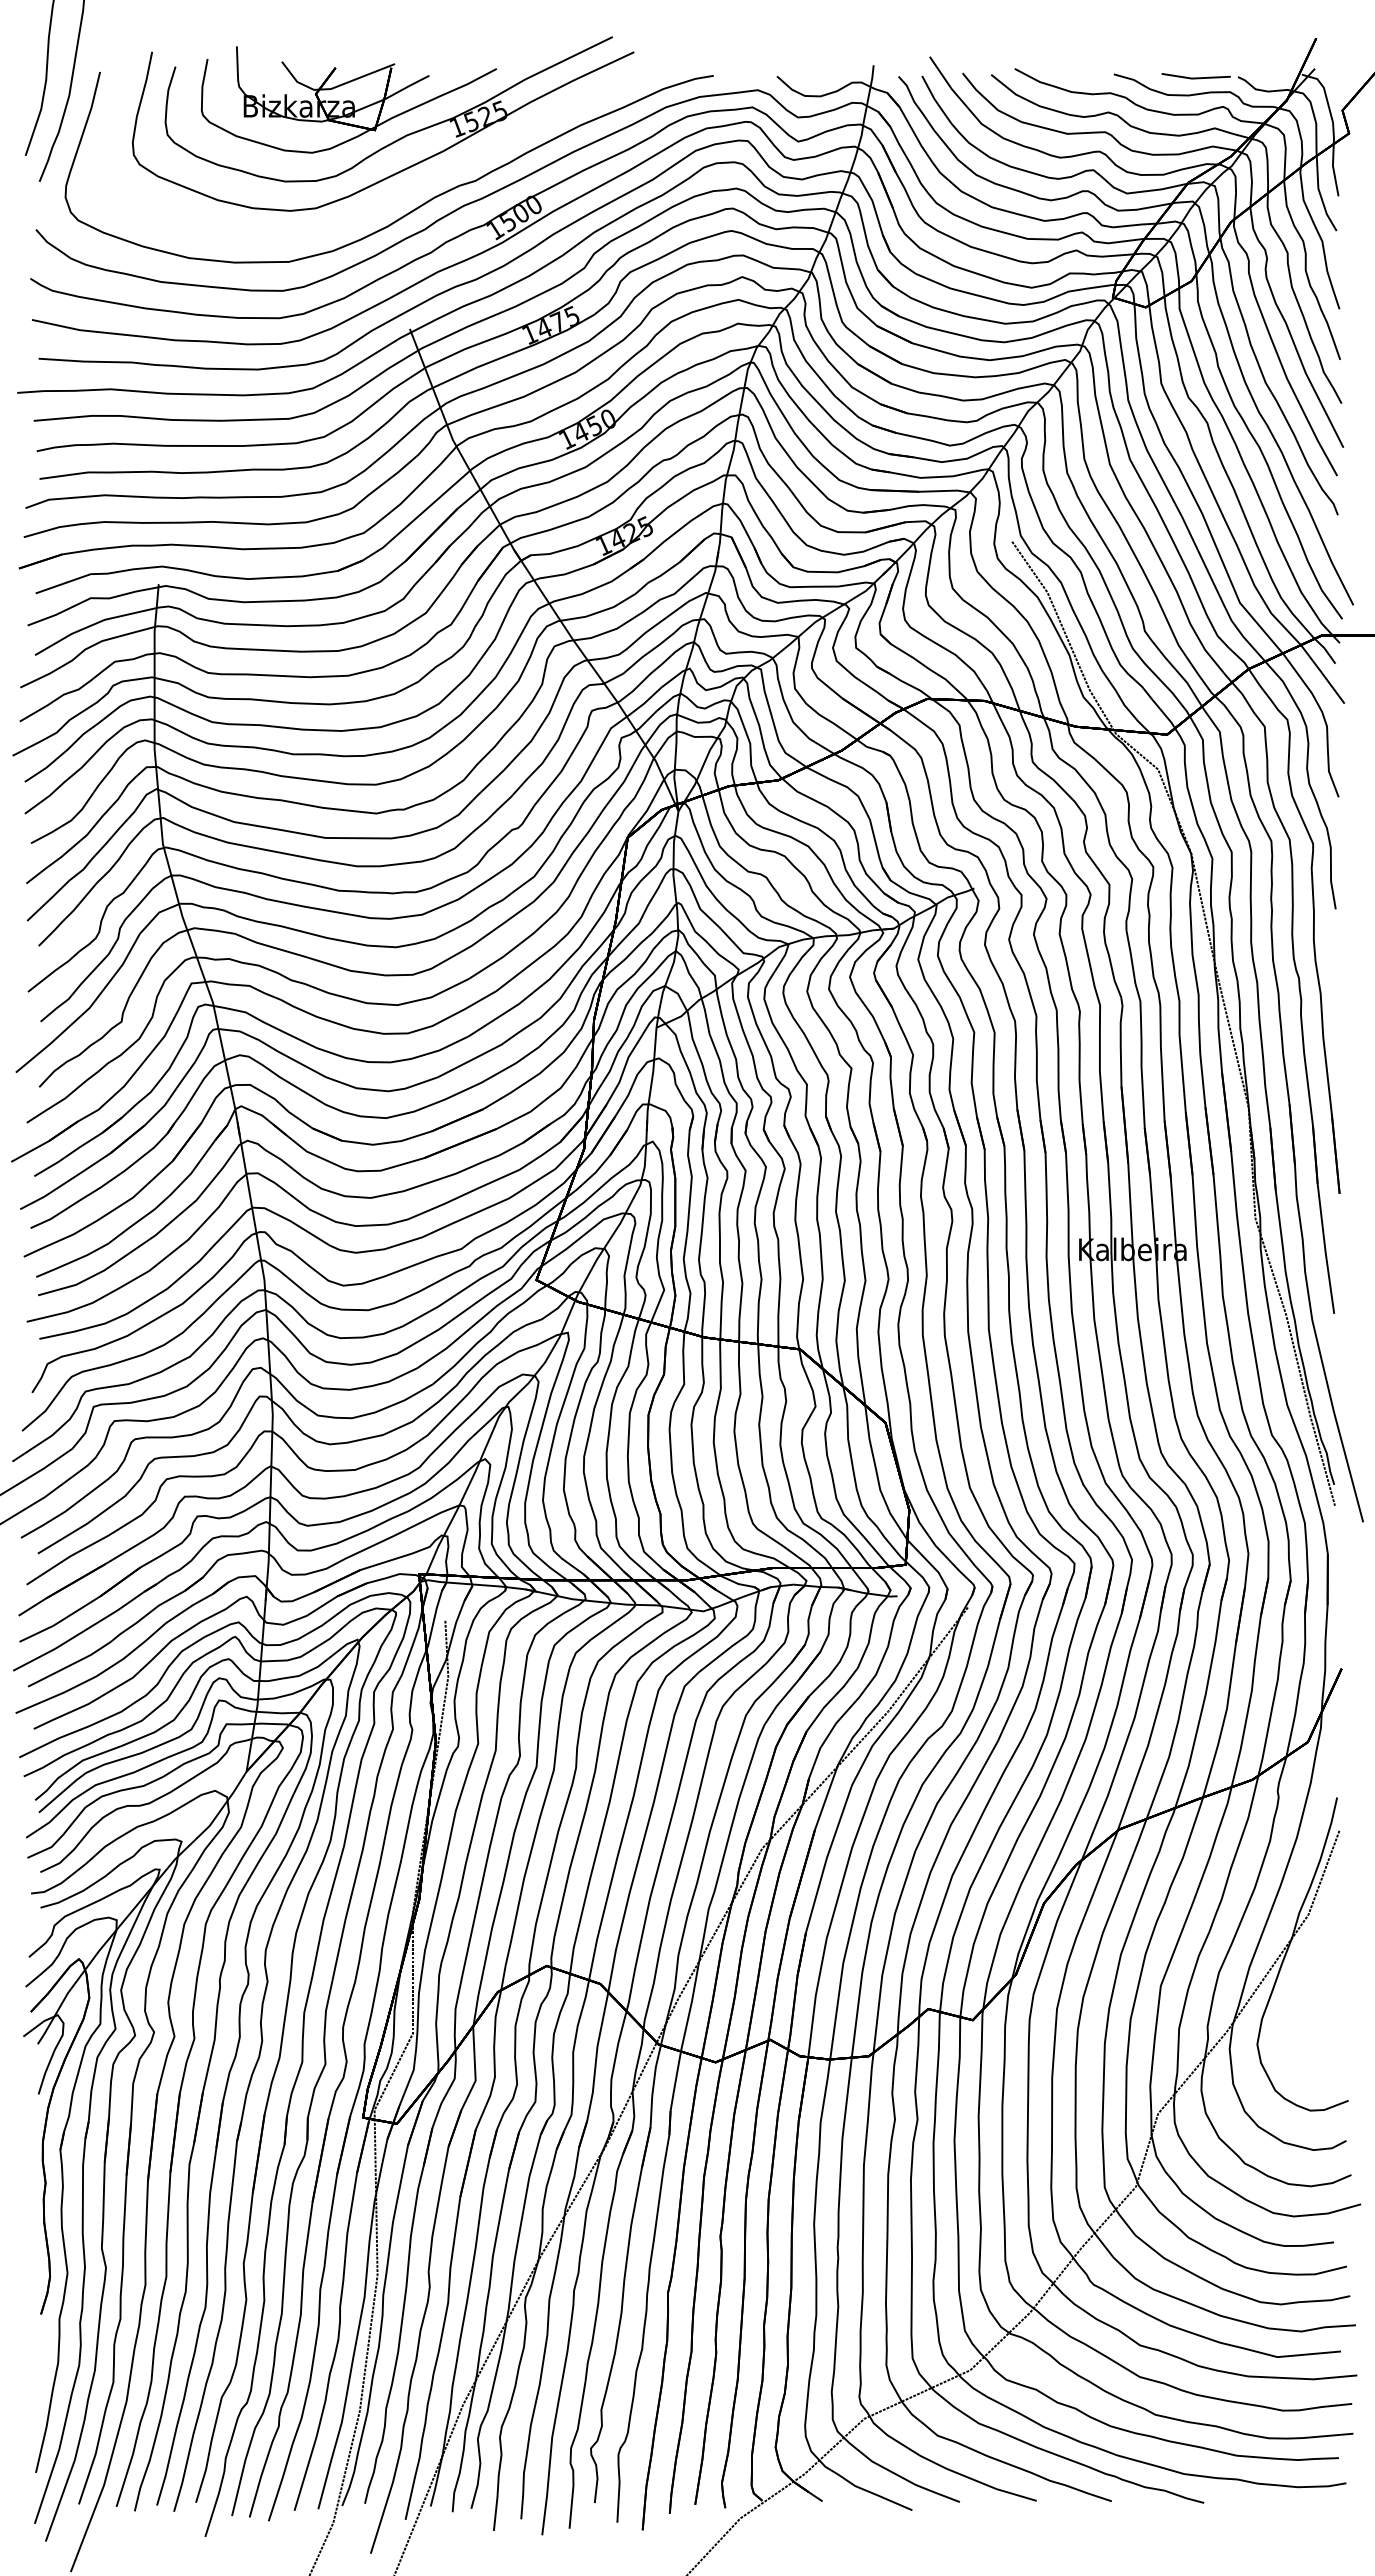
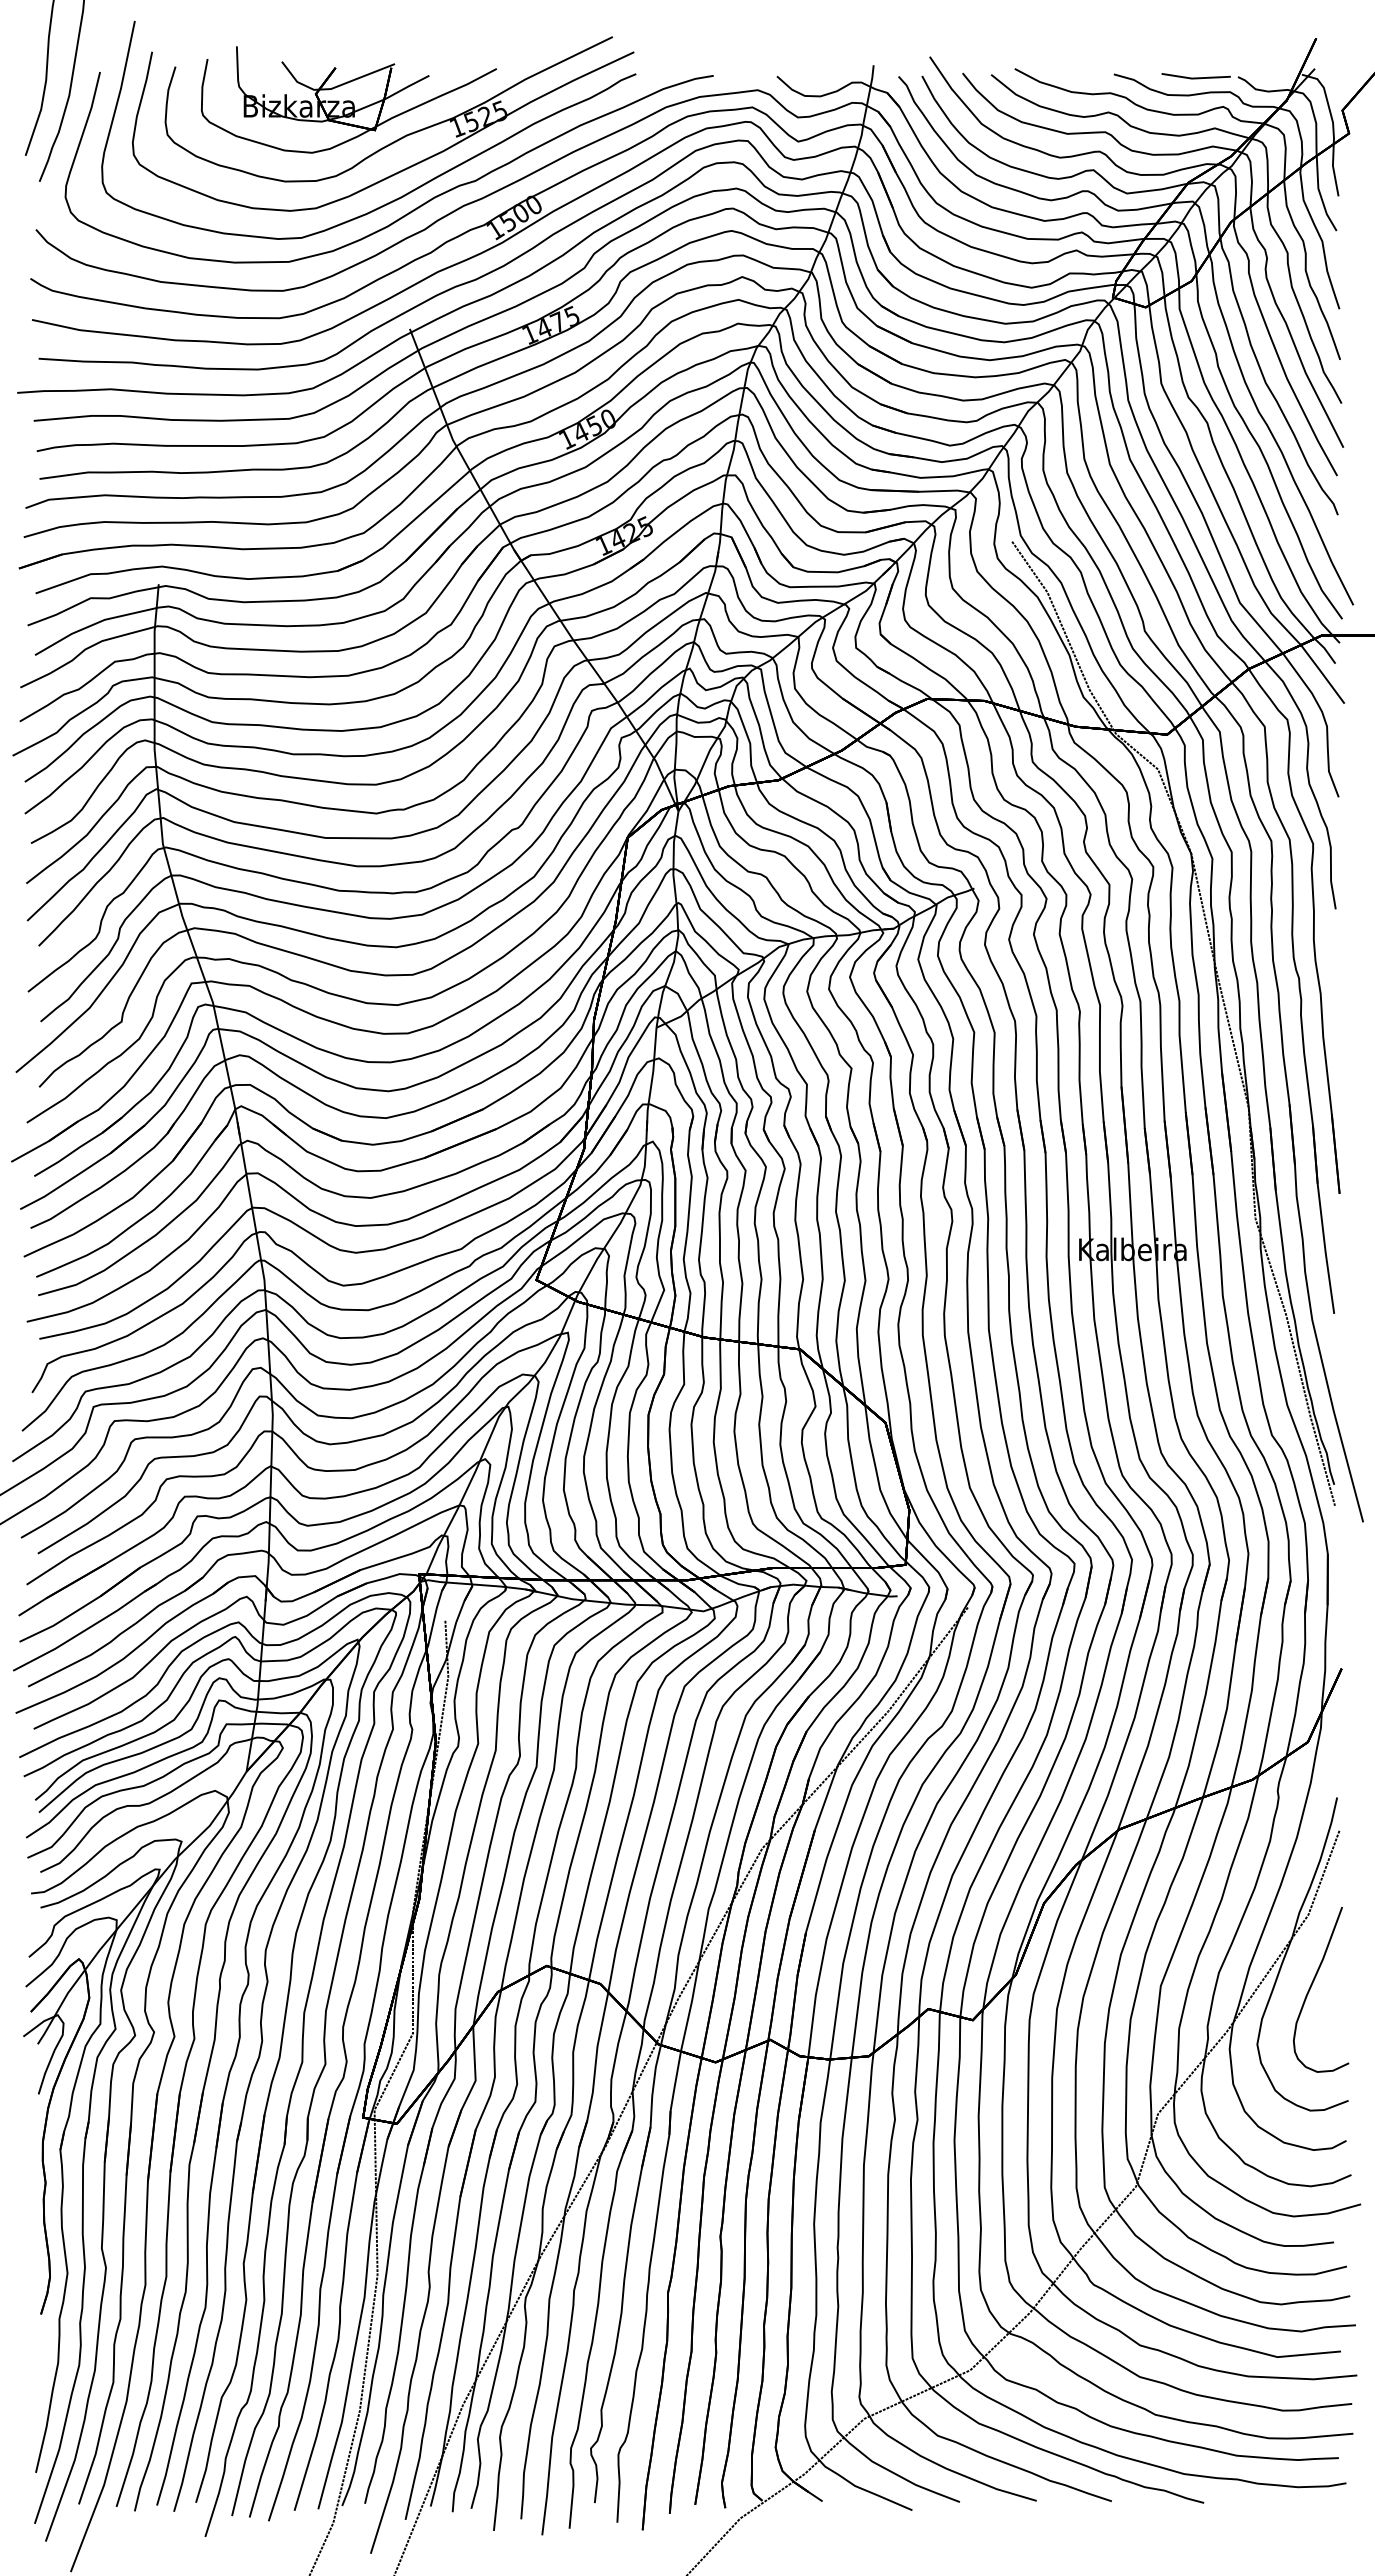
curve at (407, 192): none -> present
curve at (1312, 1985): none -> present
